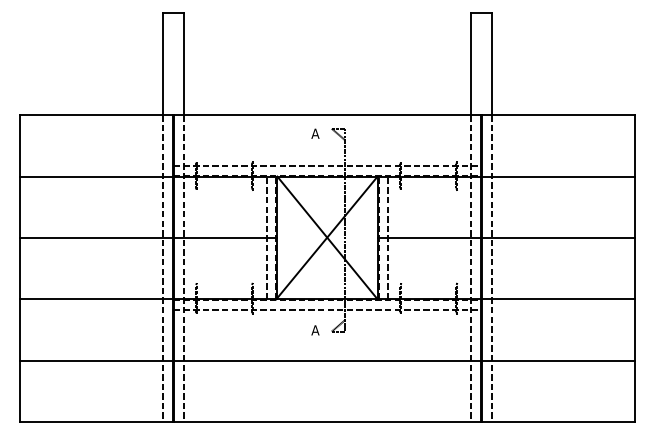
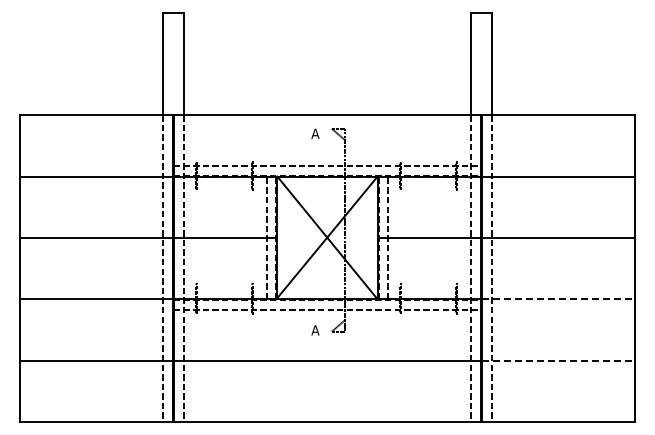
line at (558, 299): solid -> dashed
line at (558, 360): solid -> dashed
